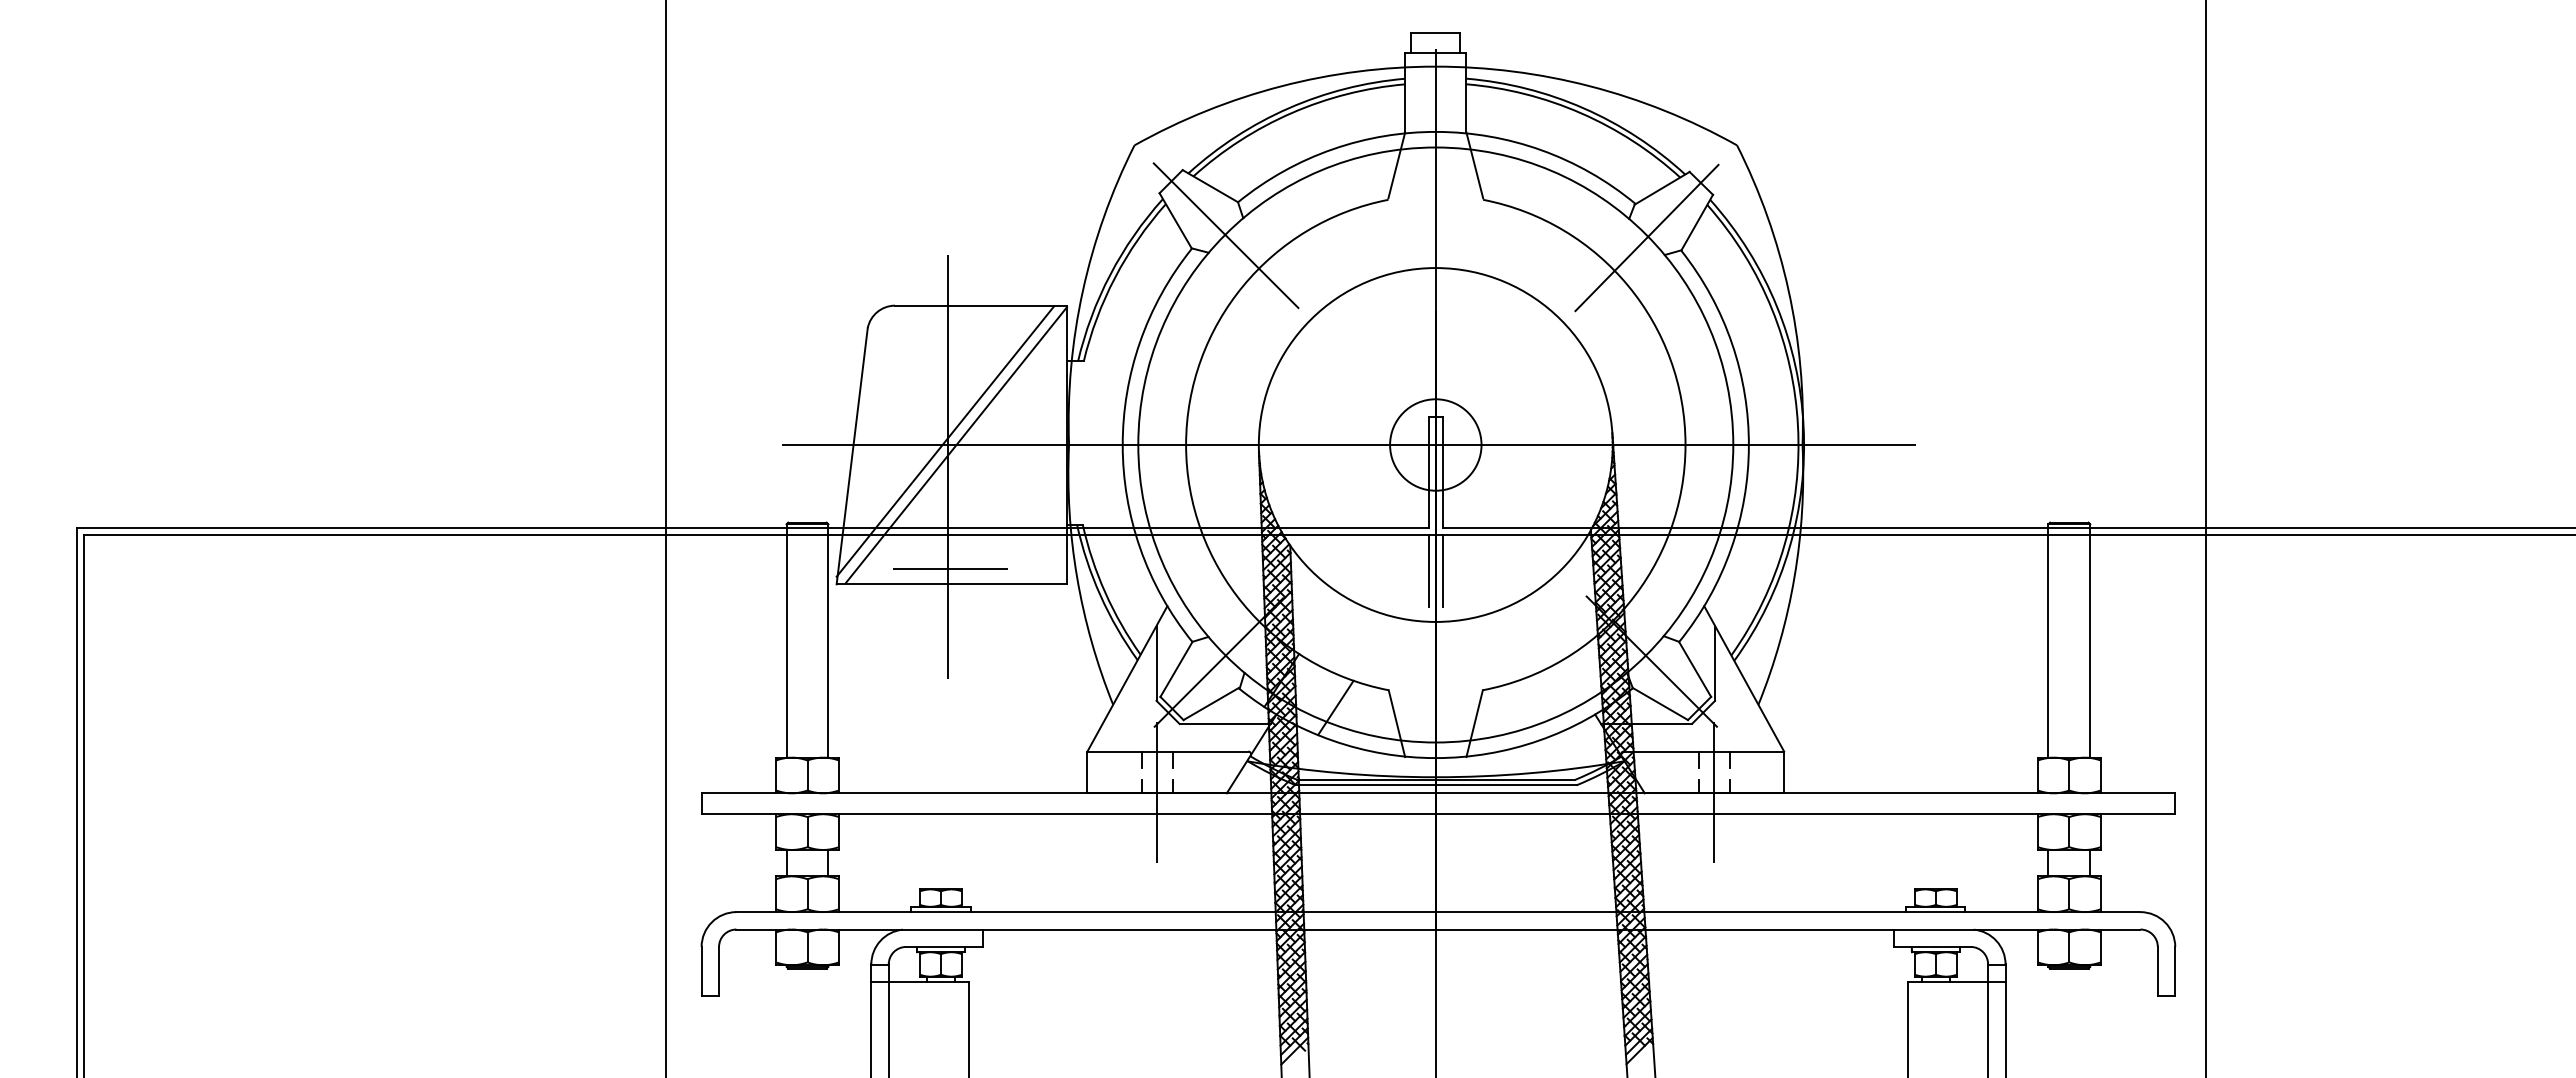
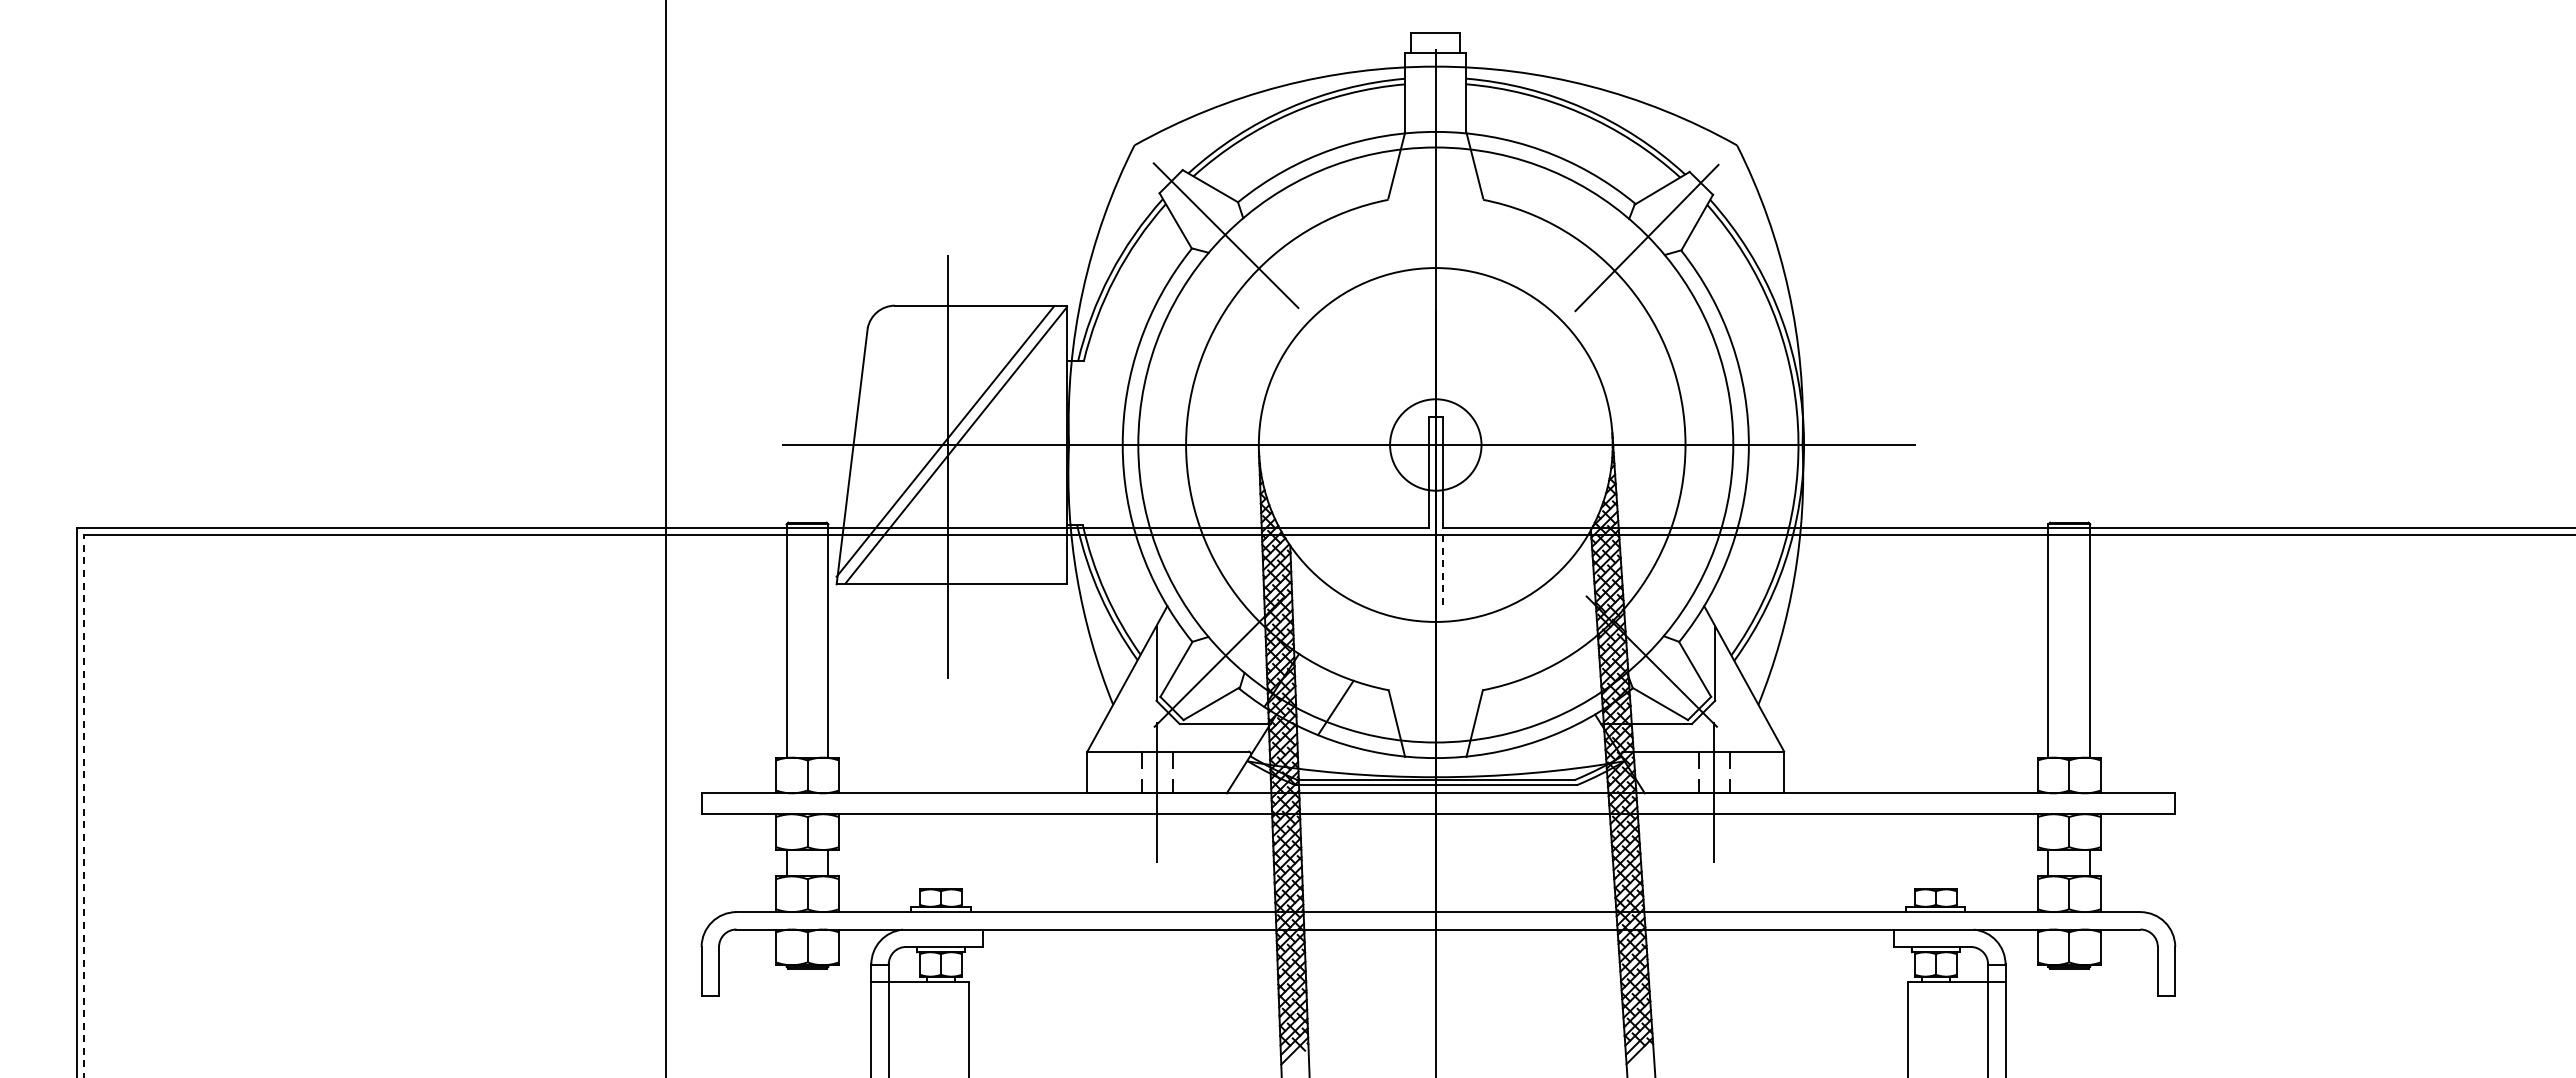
line at (2205, 538): present -> none
line at (949, 569): present -> none
line at (1428, 570): present -> none
line at (1442, 570): solid -> dashed
line at (84, 806): solid -> dashed
